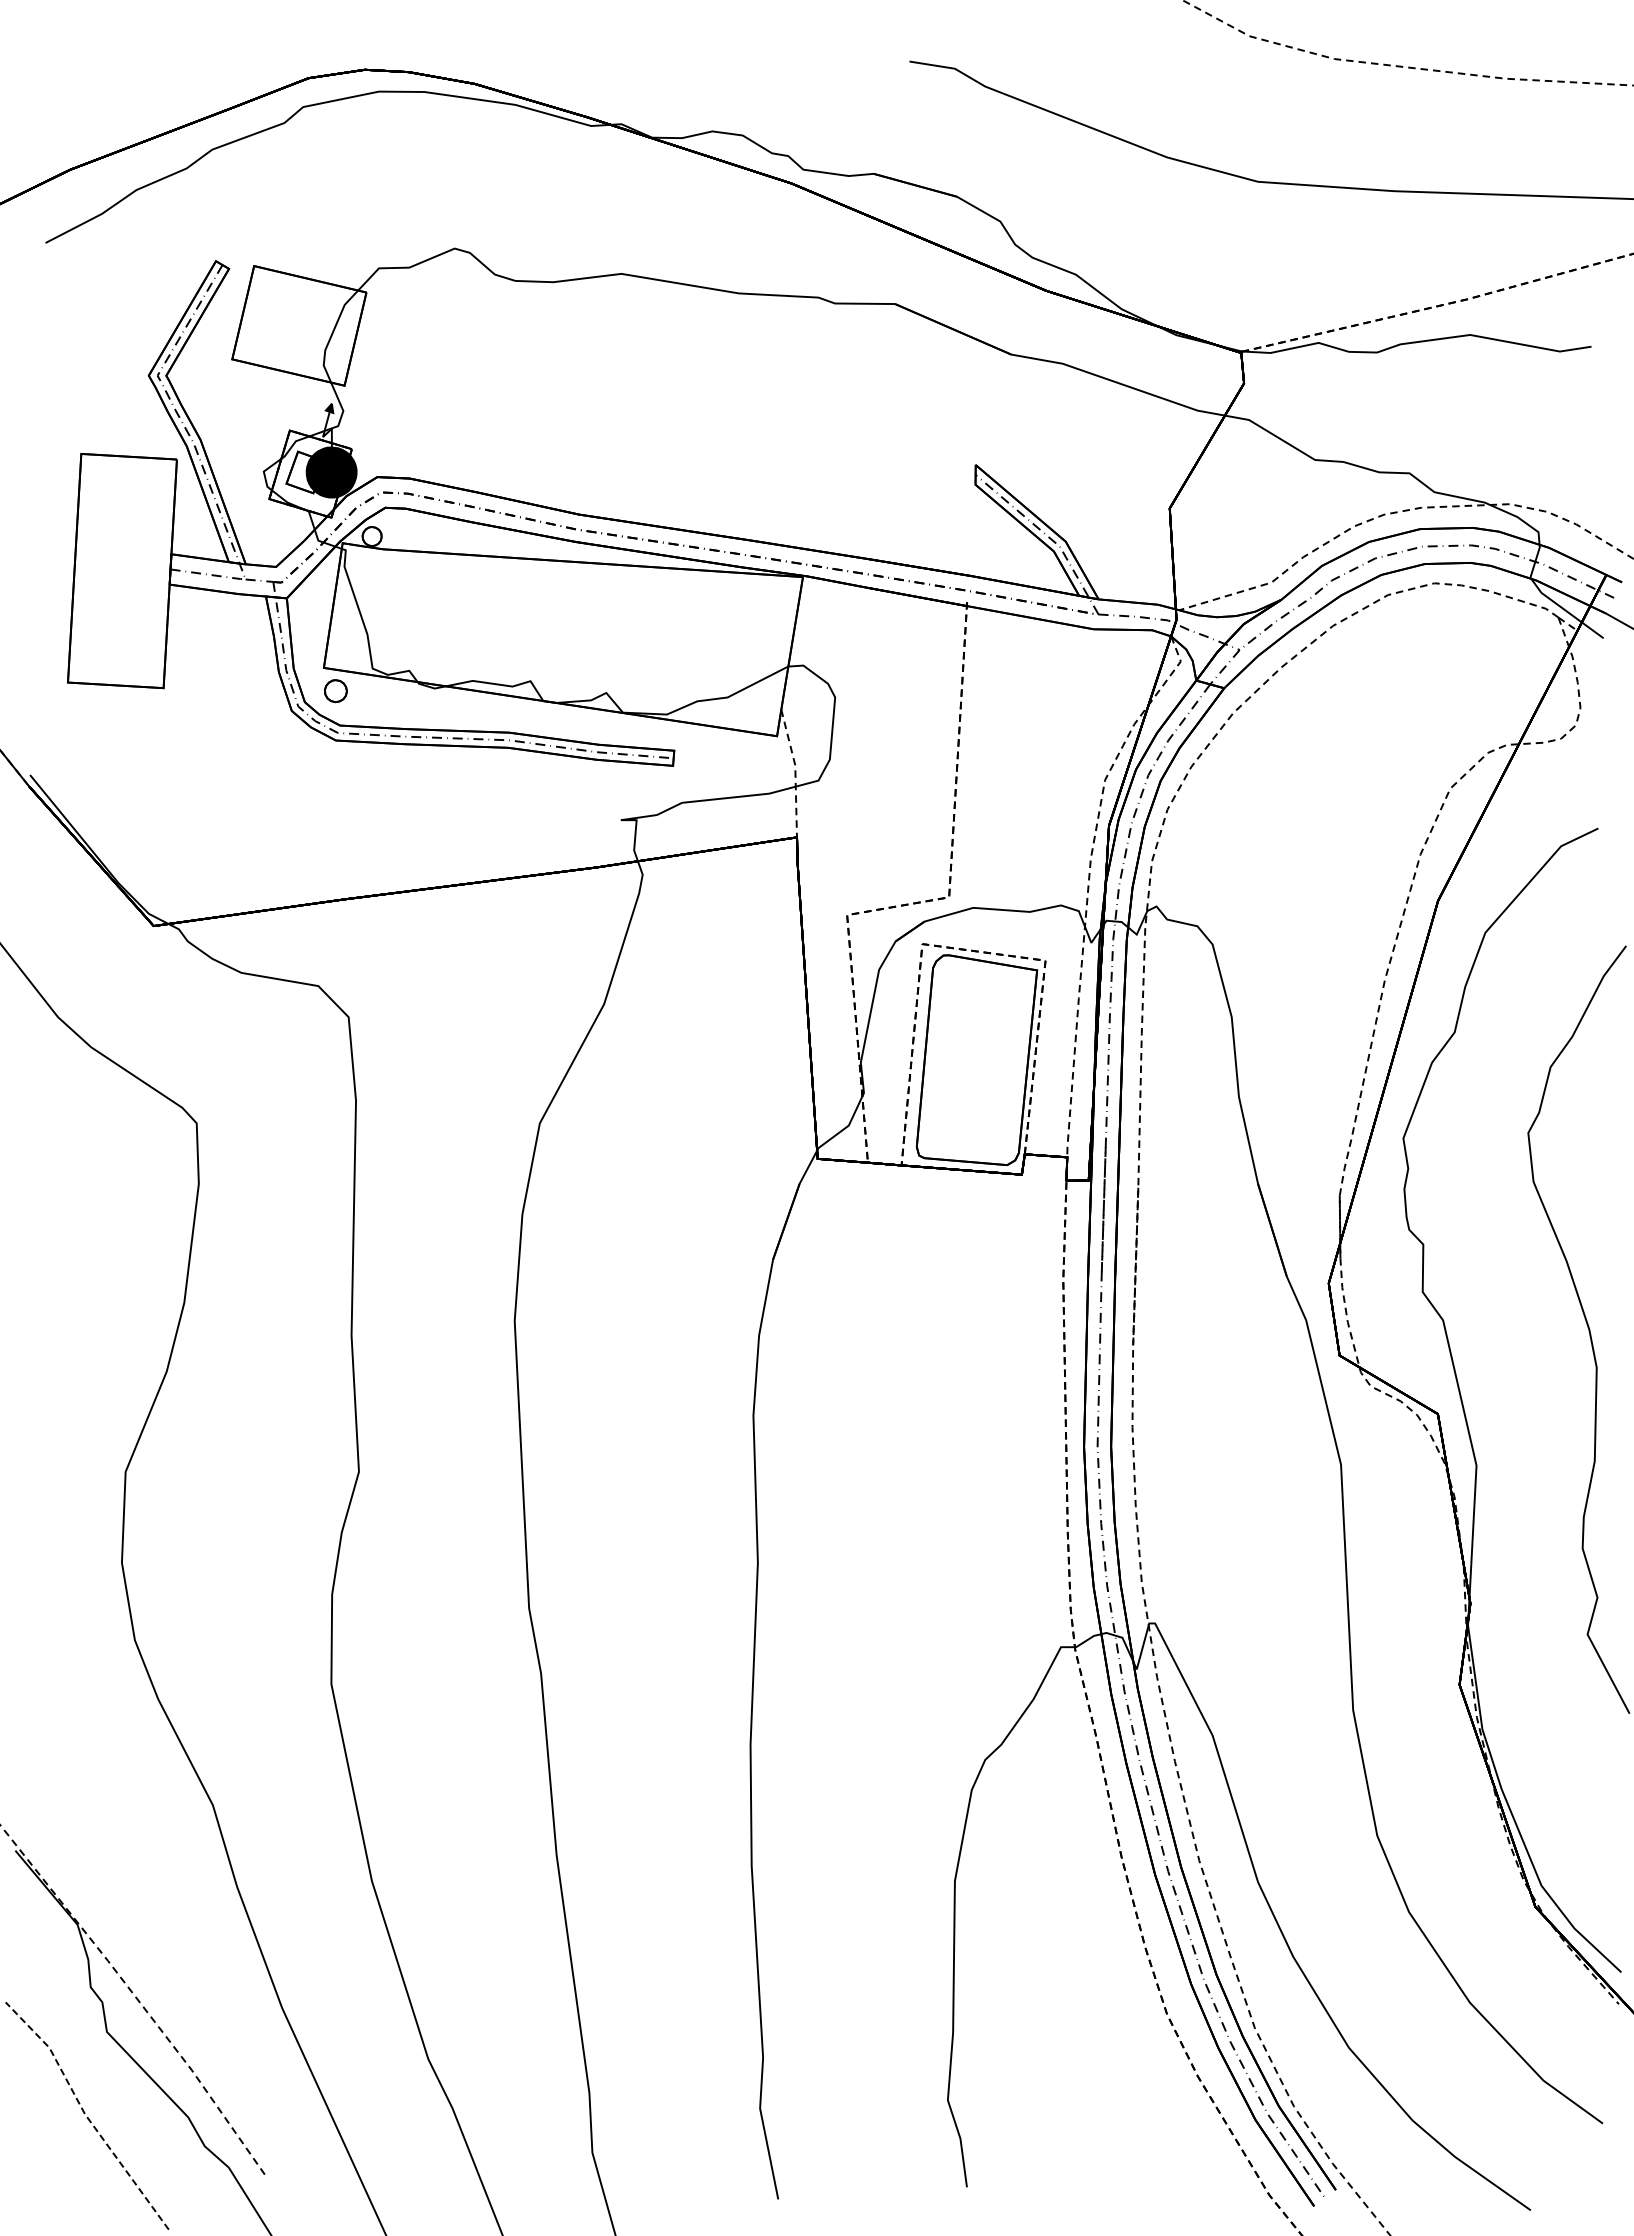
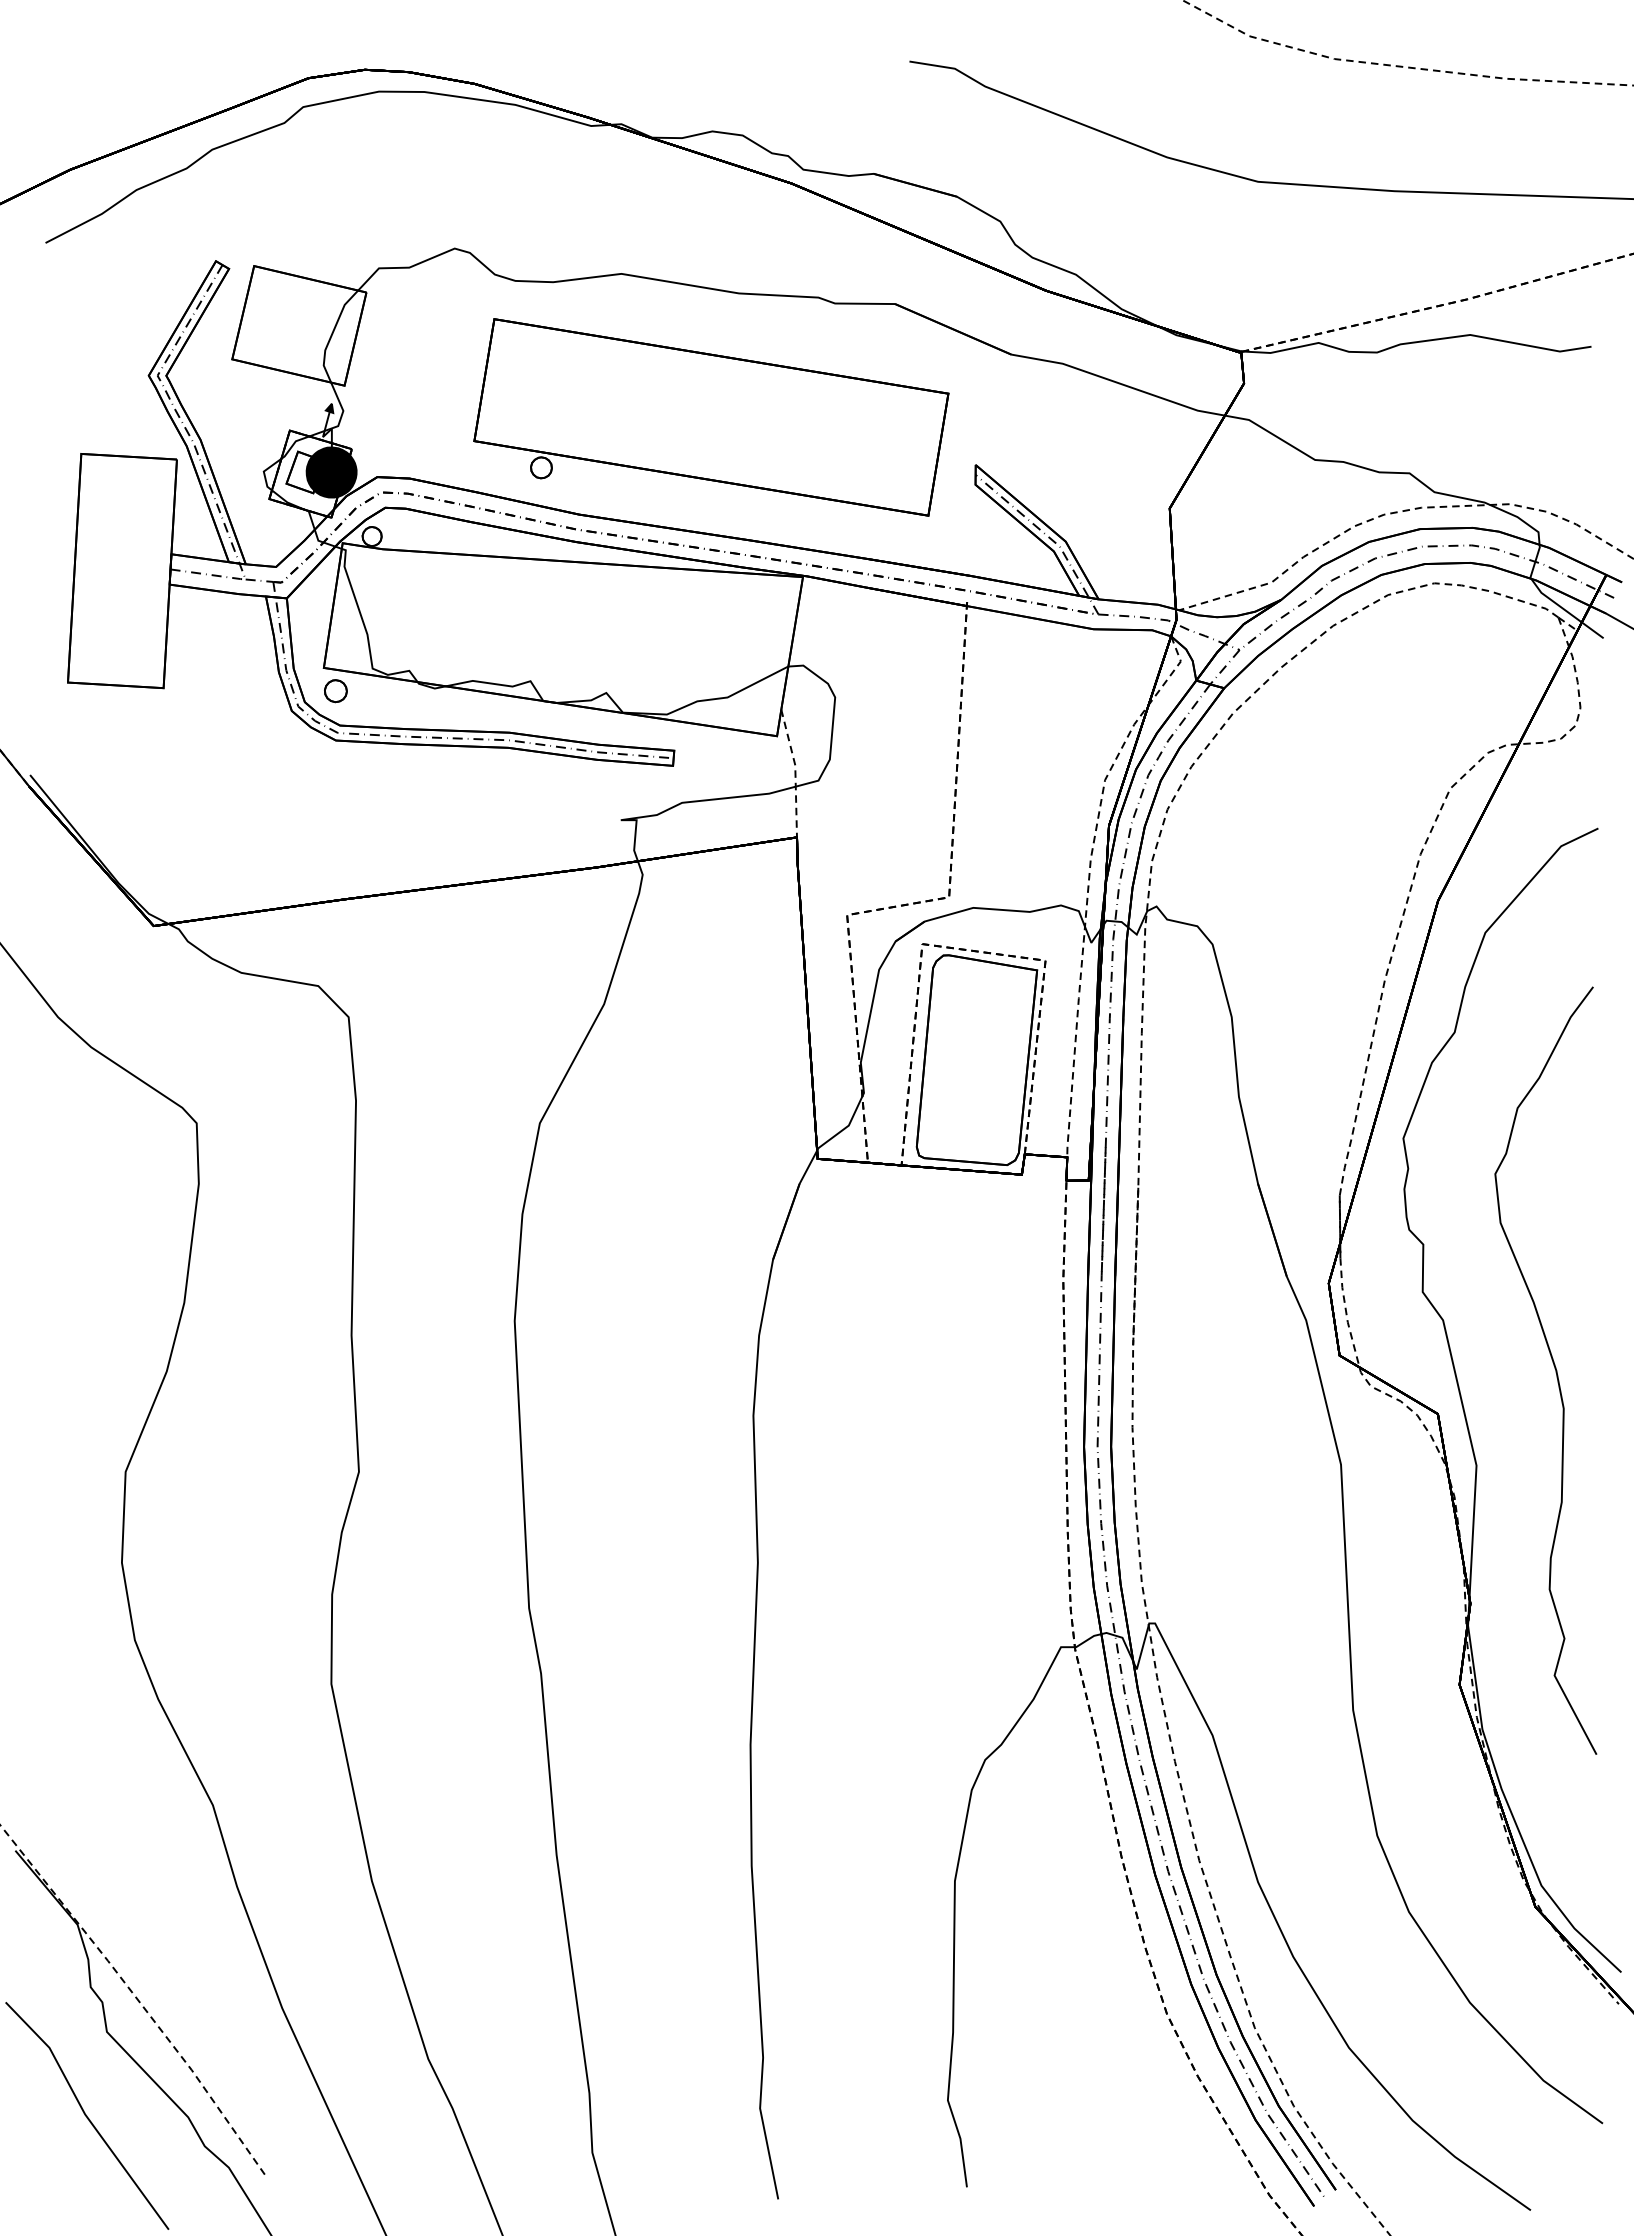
part at (711, 417): none -> present
curve at (1587, 1327) position: (1587, 1327) -> (1554, 1368)
line at (85, 2114): dashed -> solid
